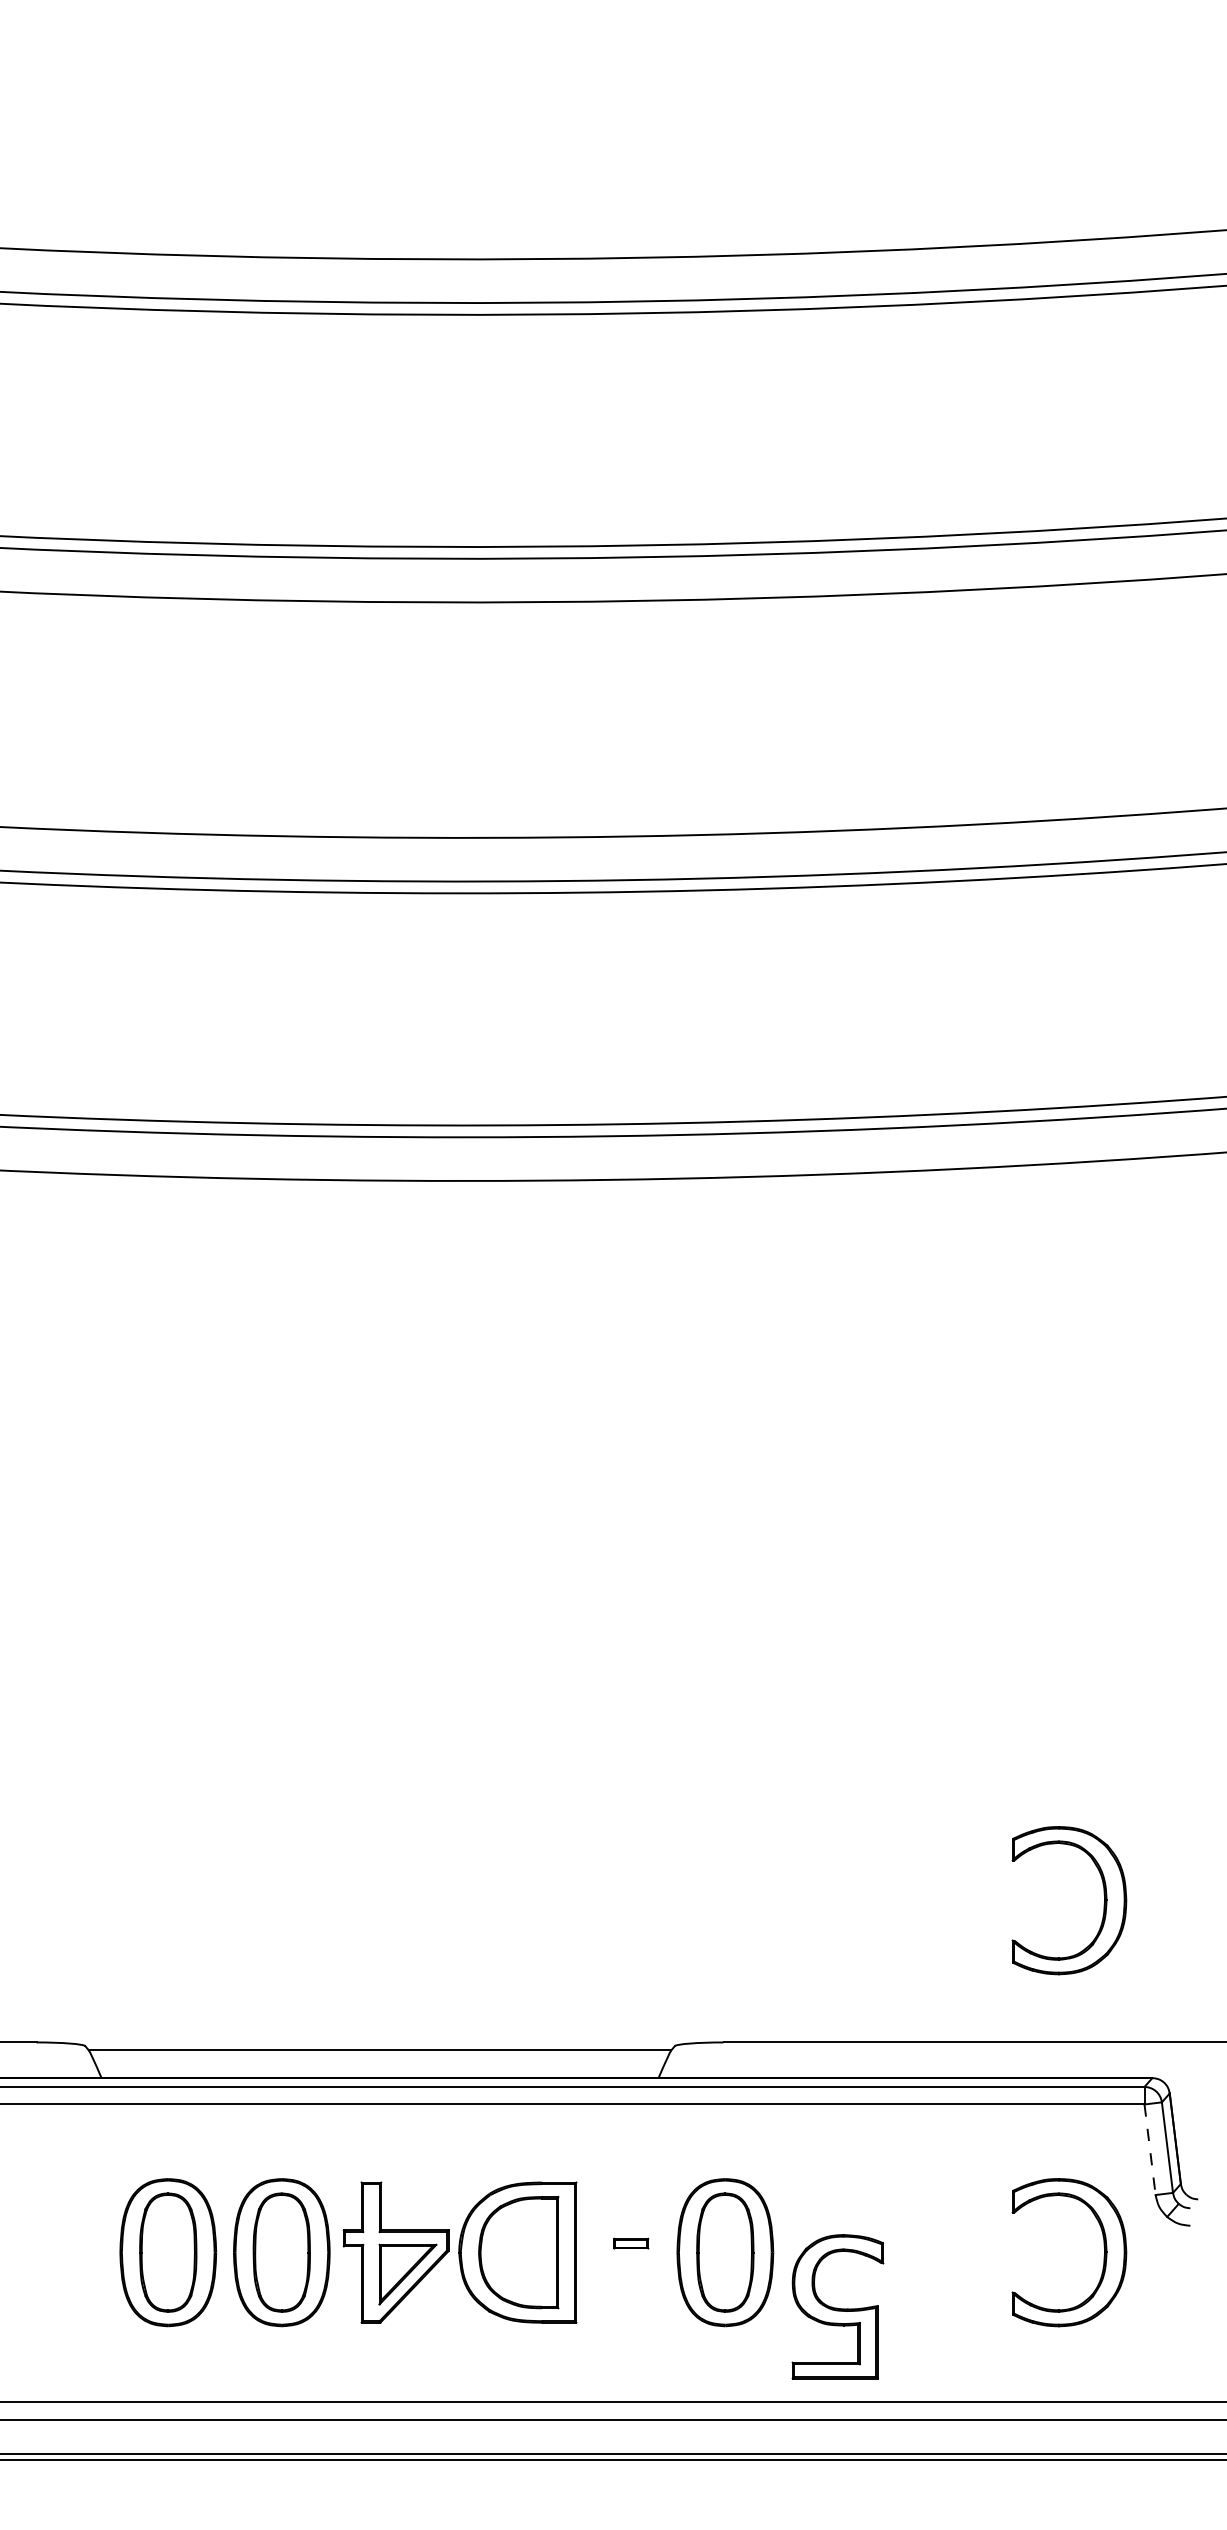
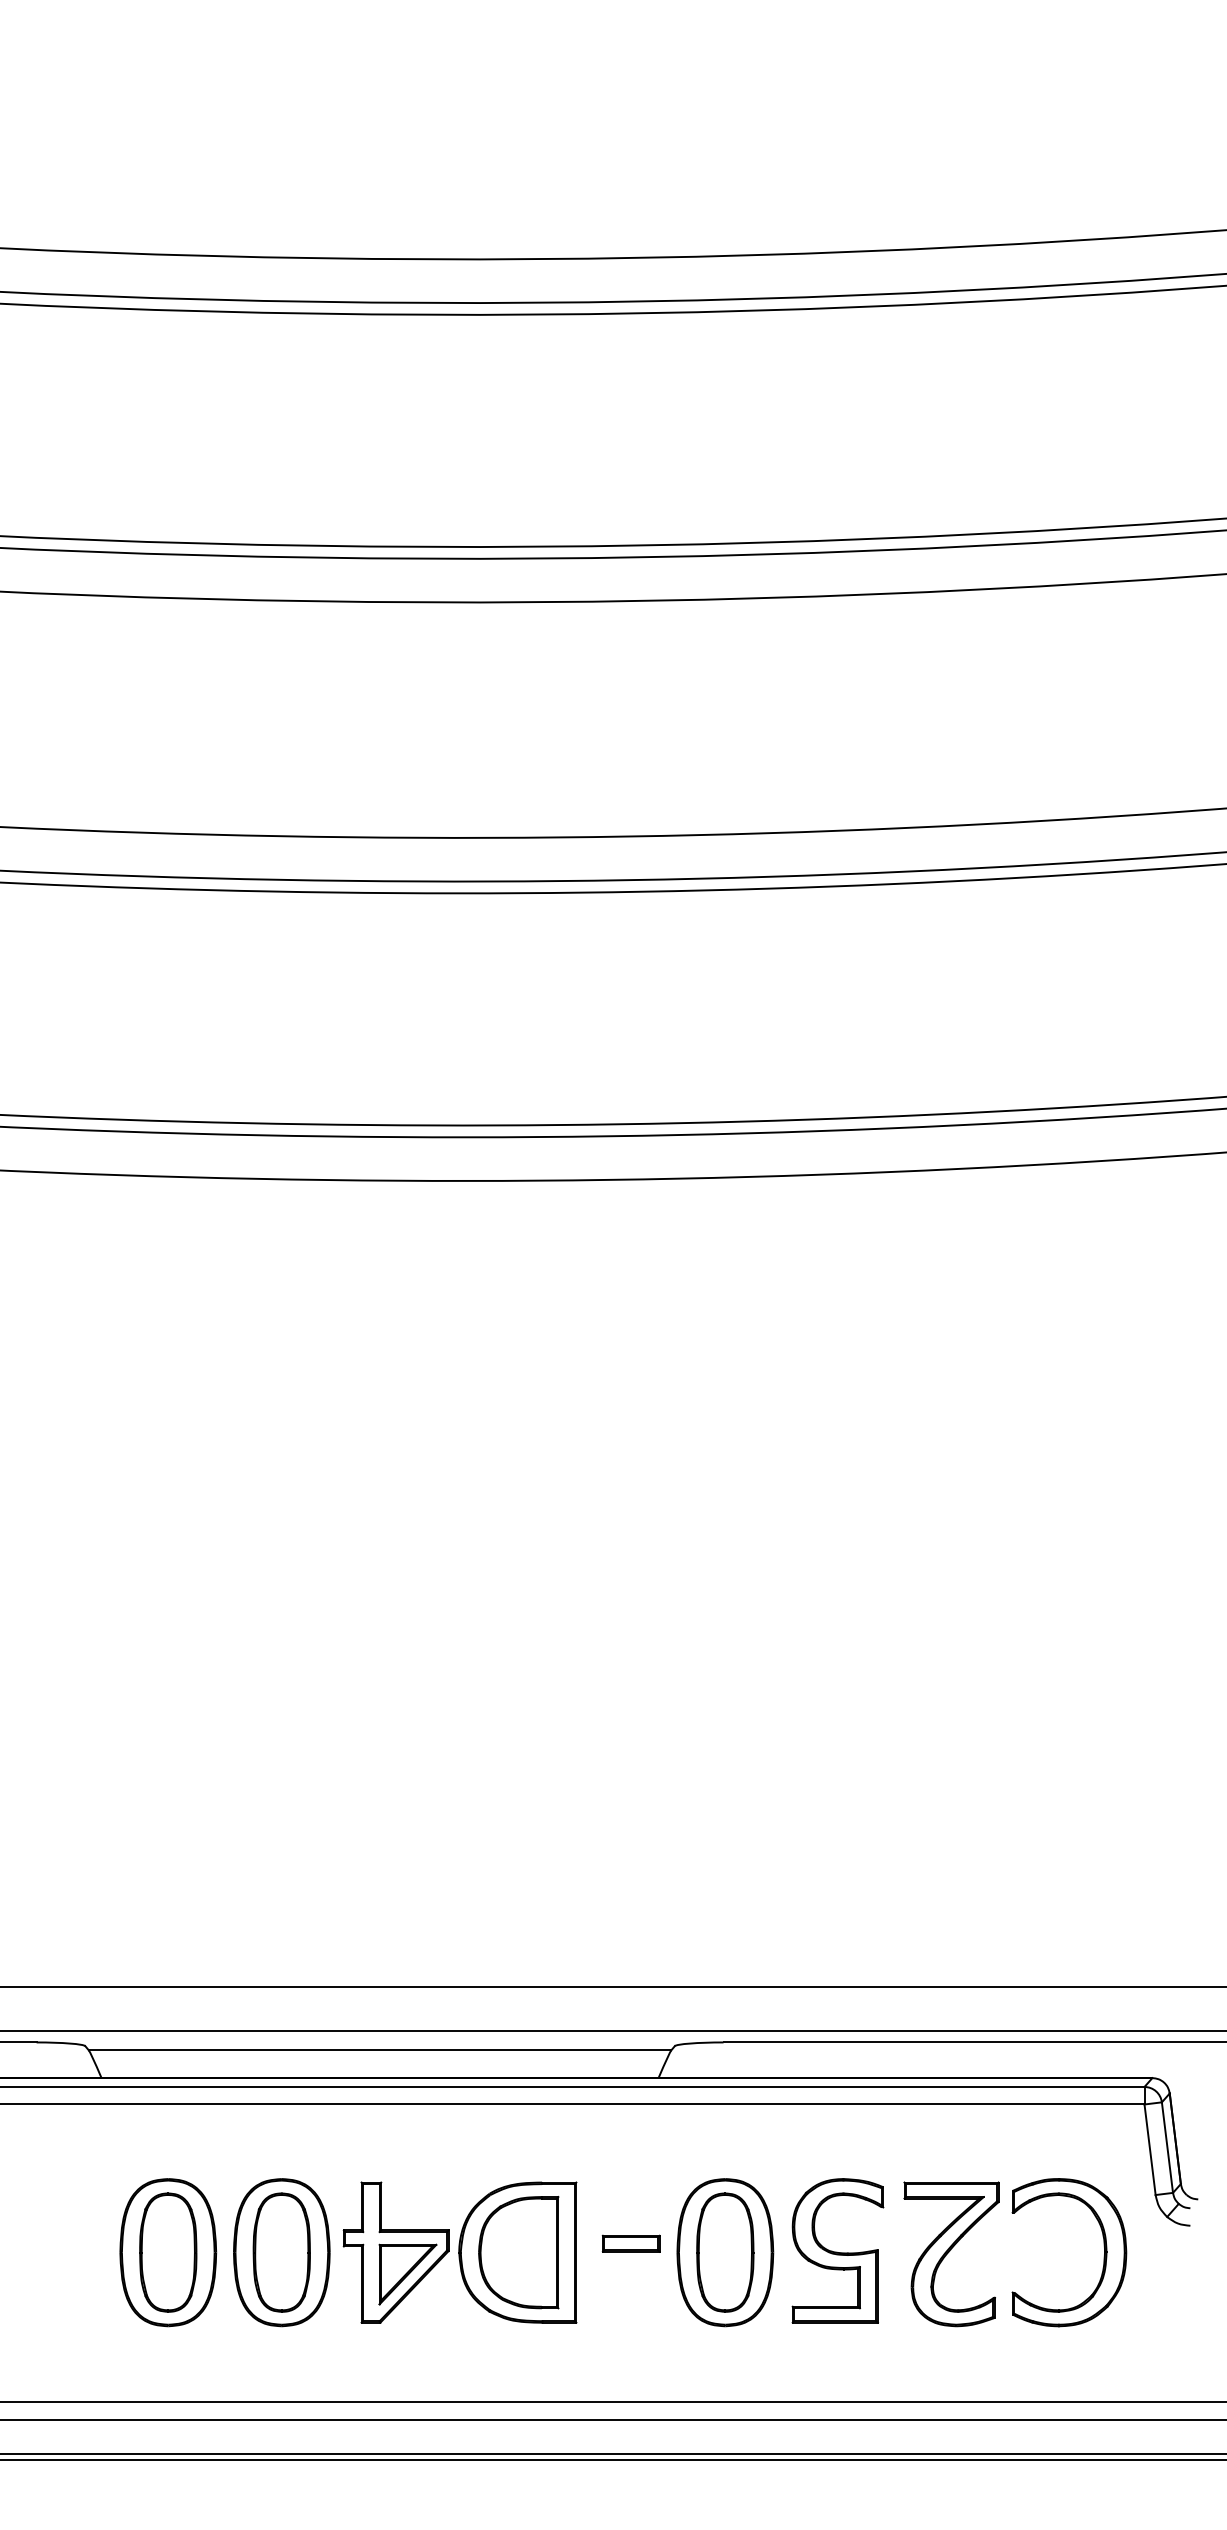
part at (1103, 1904): present -> none
line at (612, 1986): none -> present
line at (612, 2030): none -> present
line at (1150, 2149): dashed -> solid
part at (631, 2243) size: 37x13 px -> 60x19 px
part at (951, 2254): none -> present
part at (837, 2306) position: (837, 2306) -> (837, 2250)
